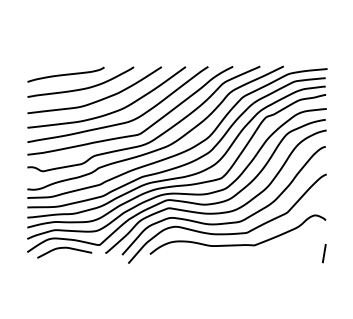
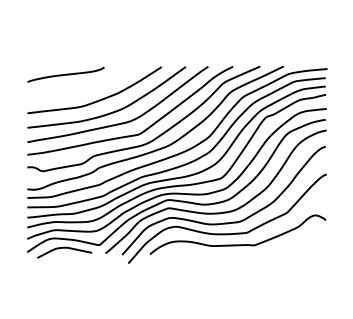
curve at (80, 88): present -> none
line at (324, 253): present -> none
